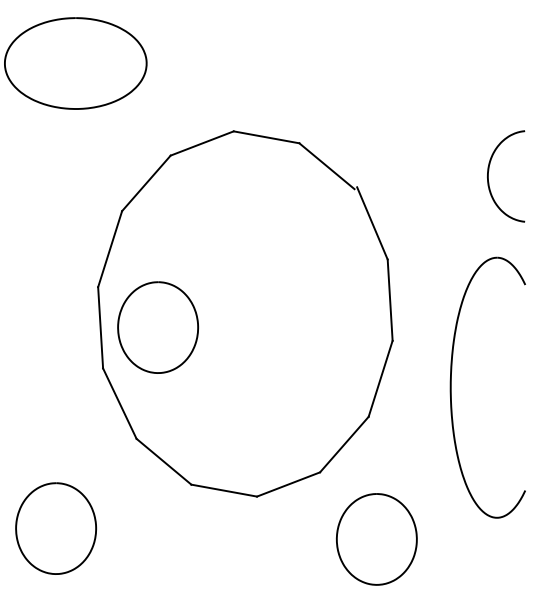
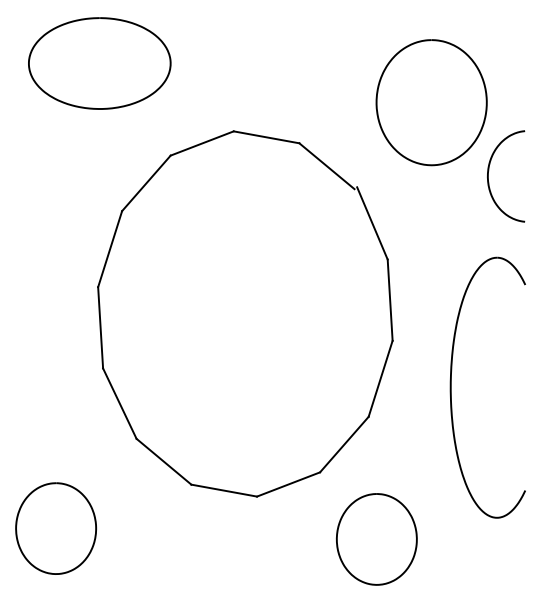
curve at (72, 19) position: (72, 19) -> (96, 19)
curve at (378, 93): none -> present
curve at (119, 329): present -> none
